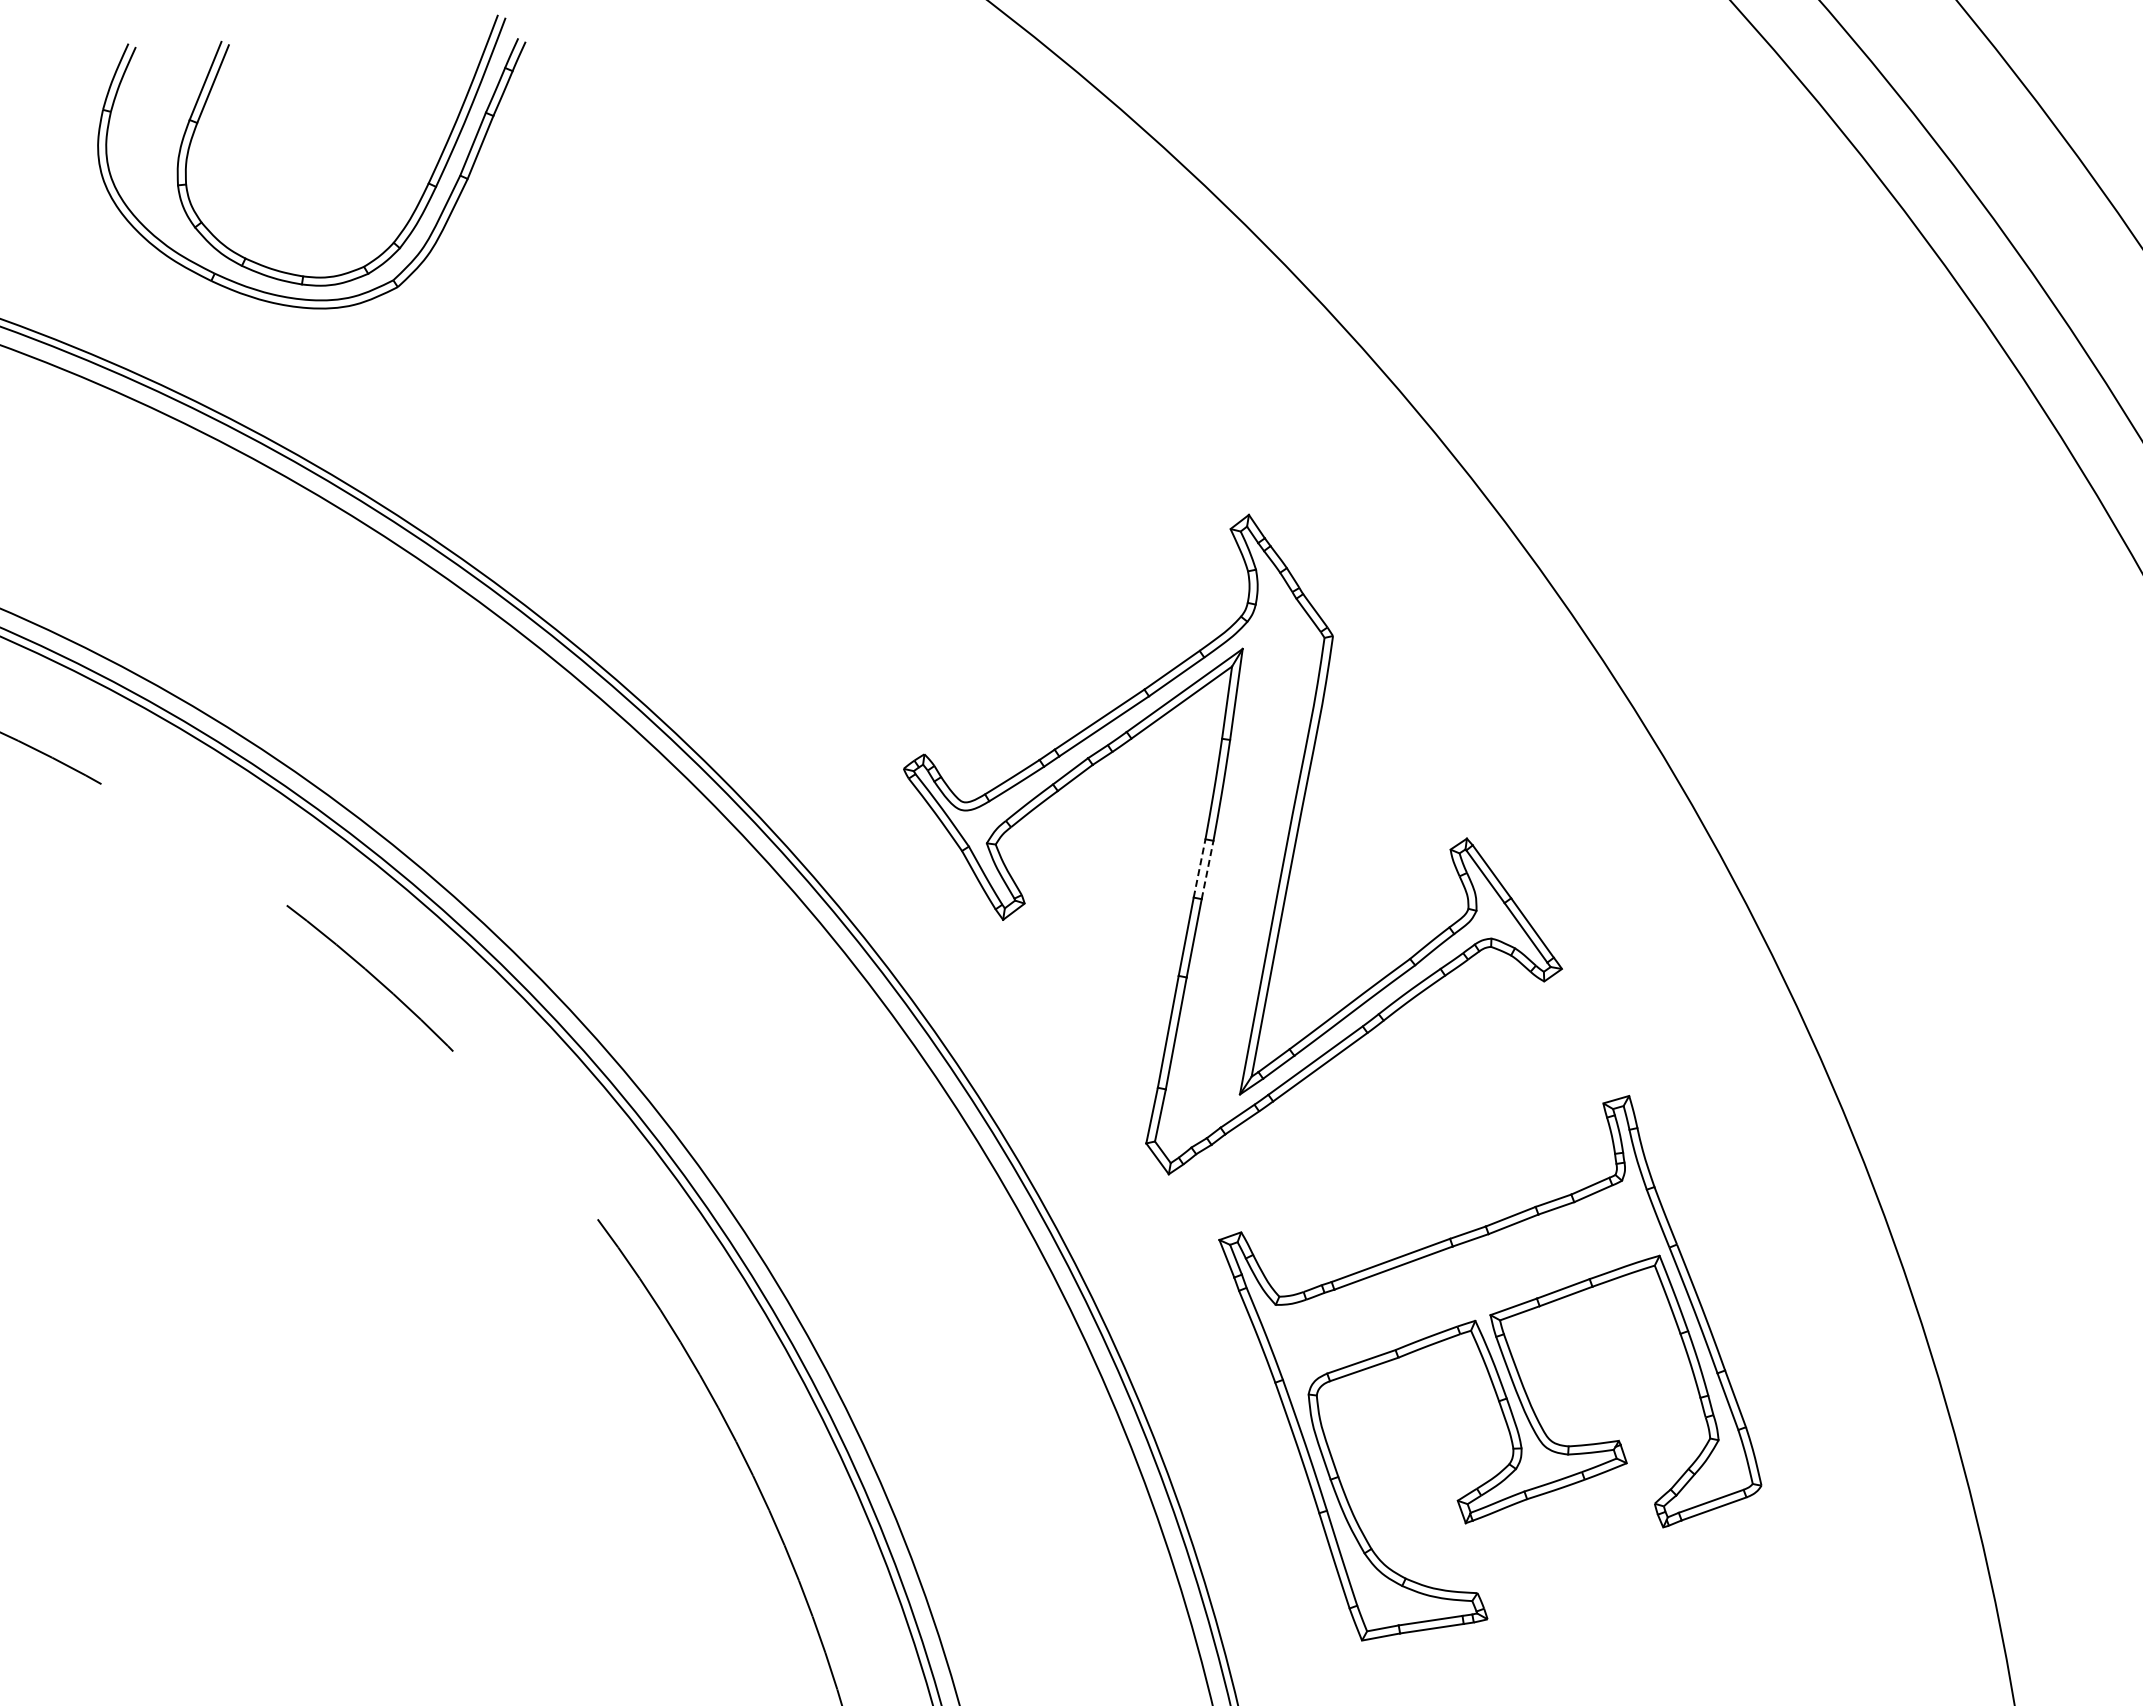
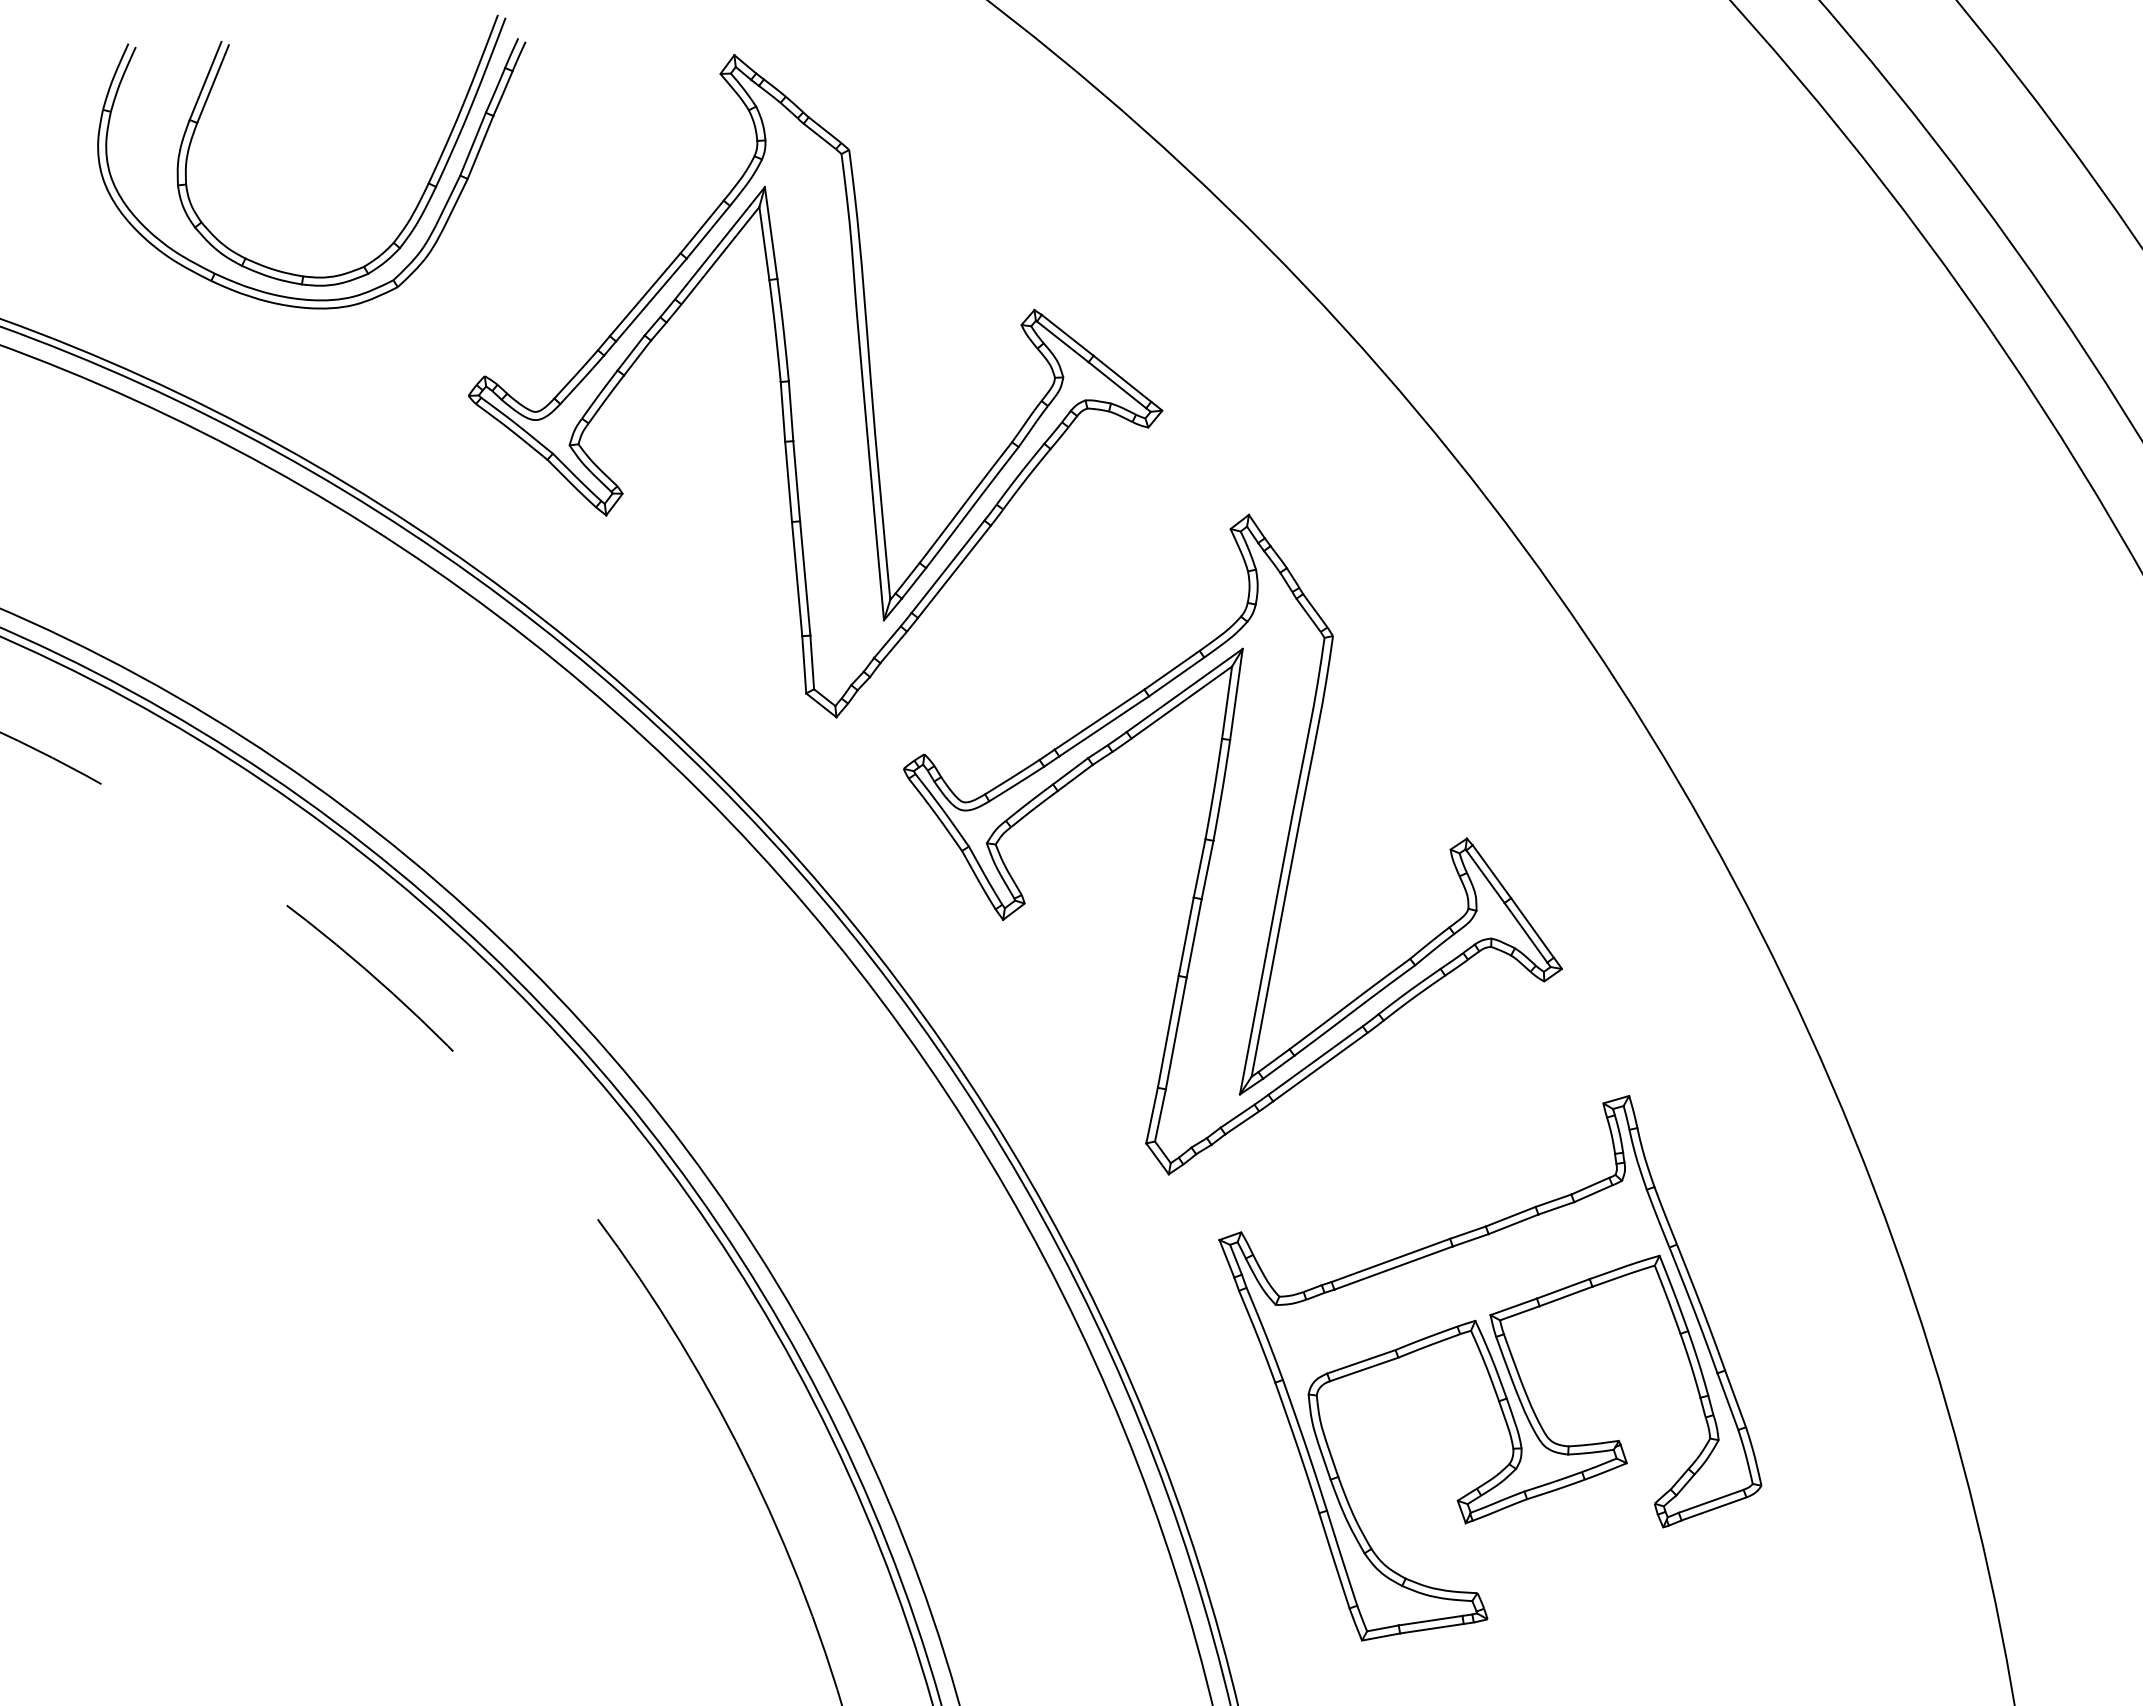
part at (815, 386): none -> present
line at (1199, 868): dashed -> solid
line at (1207, 869): dashed -> solid
